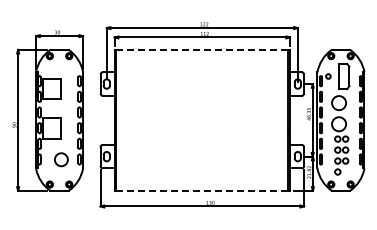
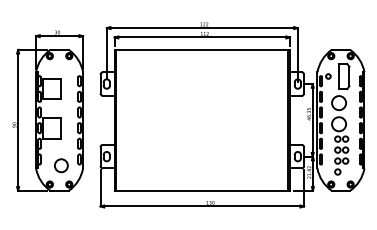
line at (202, 49): dashed -> solid
circle at (61, 159) position: (61, 159) -> (61, 165)
line at (201, 190): dashed -> solid
